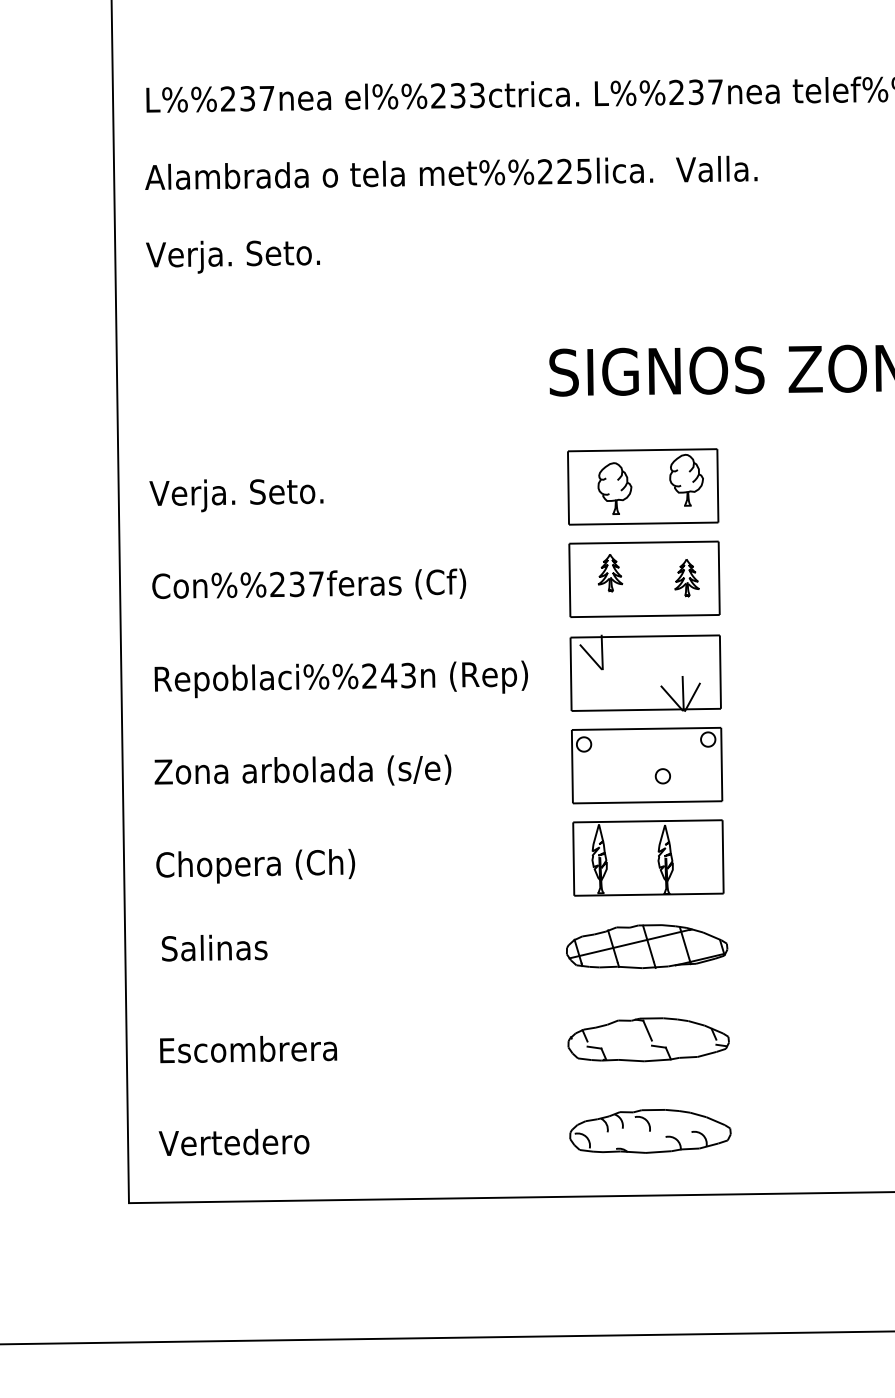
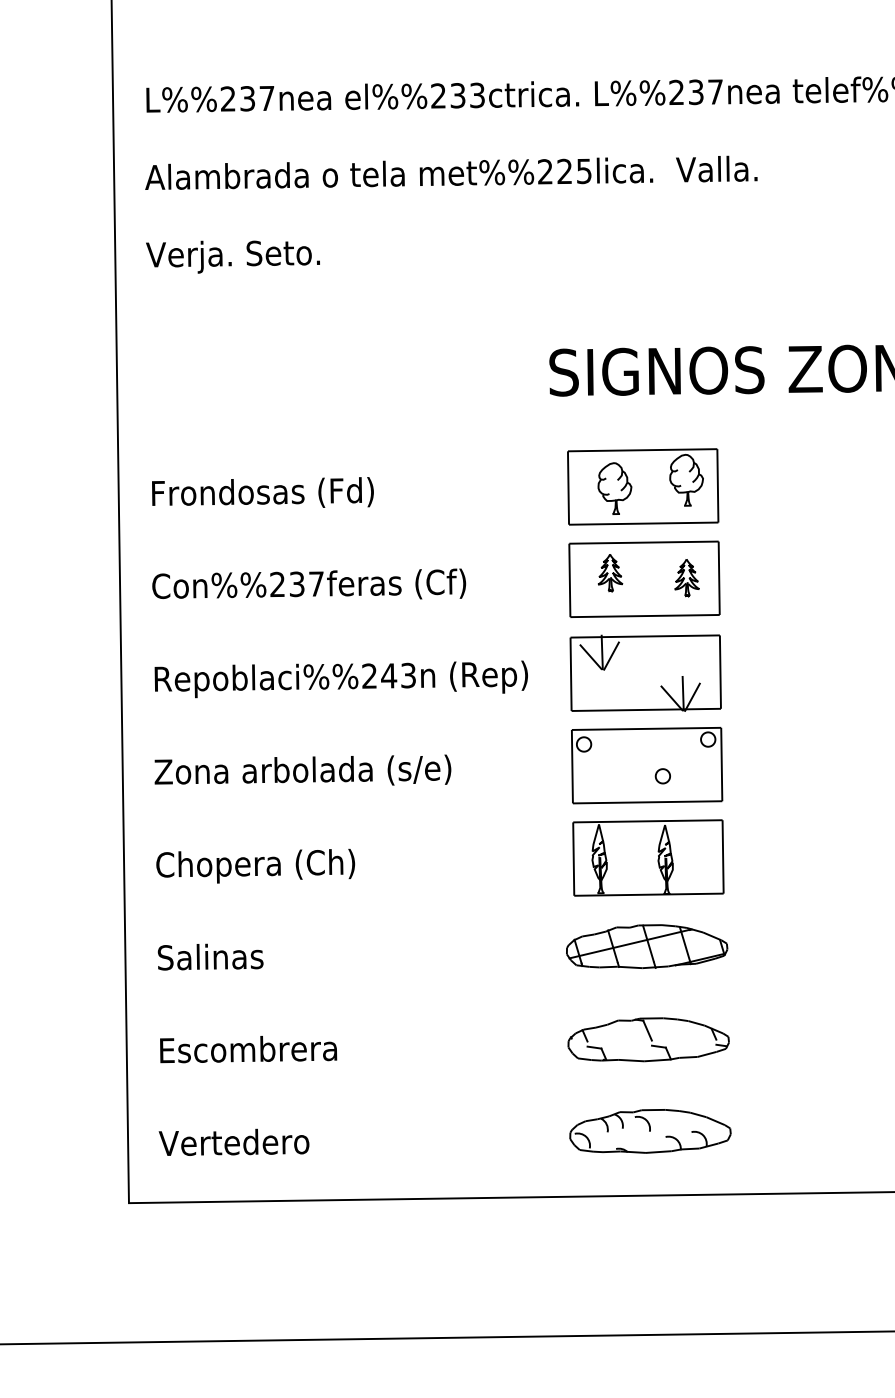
text at (261, 494): Verja. Seto. -> Frondosas (Fd)
line at (611, 655): none -> present
text at (214, 947) position: (214, 947) -> (210, 956)
